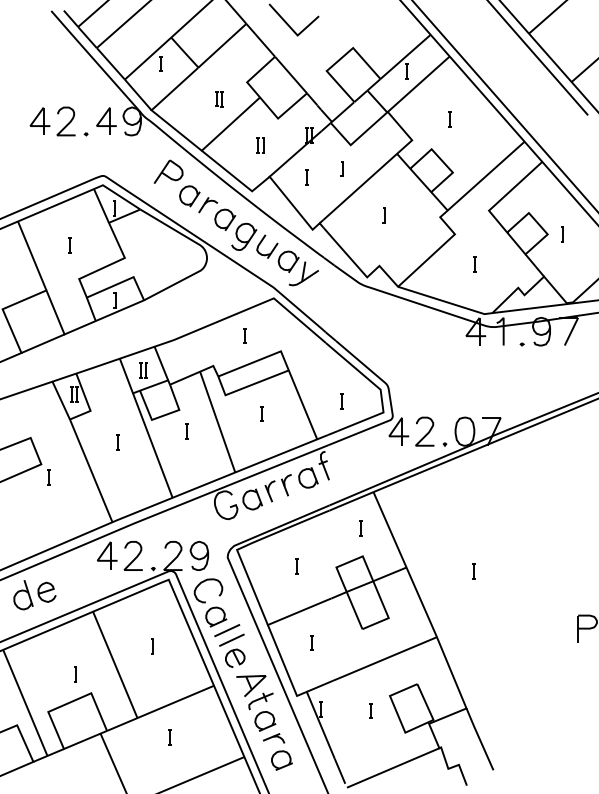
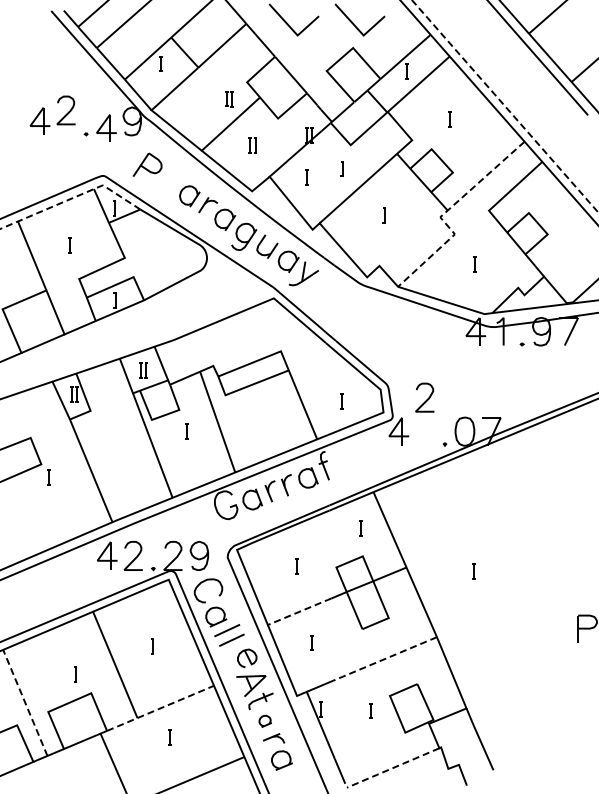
line at (354, 23): none -> present
part at (219, 99) position: (219, 99) -> (229, 99)
line at (505, 106): solid -> dashed
part at (106, 120) position: (106, 120) -> (106, 127)
curve at (67, 123) position: (67, 123) -> (67, 112)
part at (260, 145) position: (260, 145) -> (252, 145)
part at (168, 171) position: (168, 171) -> (147, 164)
line at (72, 198): solid -> dashed
line at (443, 213): solid -> dashed
line at (562, 234): present -> none
line at (244, 335): present -> none
line at (261, 413): present -> none
curve at (426, 433) position: (426, 433) -> (426, 399)
line at (117, 442): present -> none
part at (34, 595): present -> none
line at (298, 612): solid -> dashed
part at (235, 657) position: (235, 657) -> (247, 657)
line at (384, 659): solid -> dashed
line at (25, 703): solid -> dashed
line at (161, 707): solid -> dashed
part at (265, 721) size: 23x21 px -> 14x14 px
line at (392, 768): solid -> dashed
